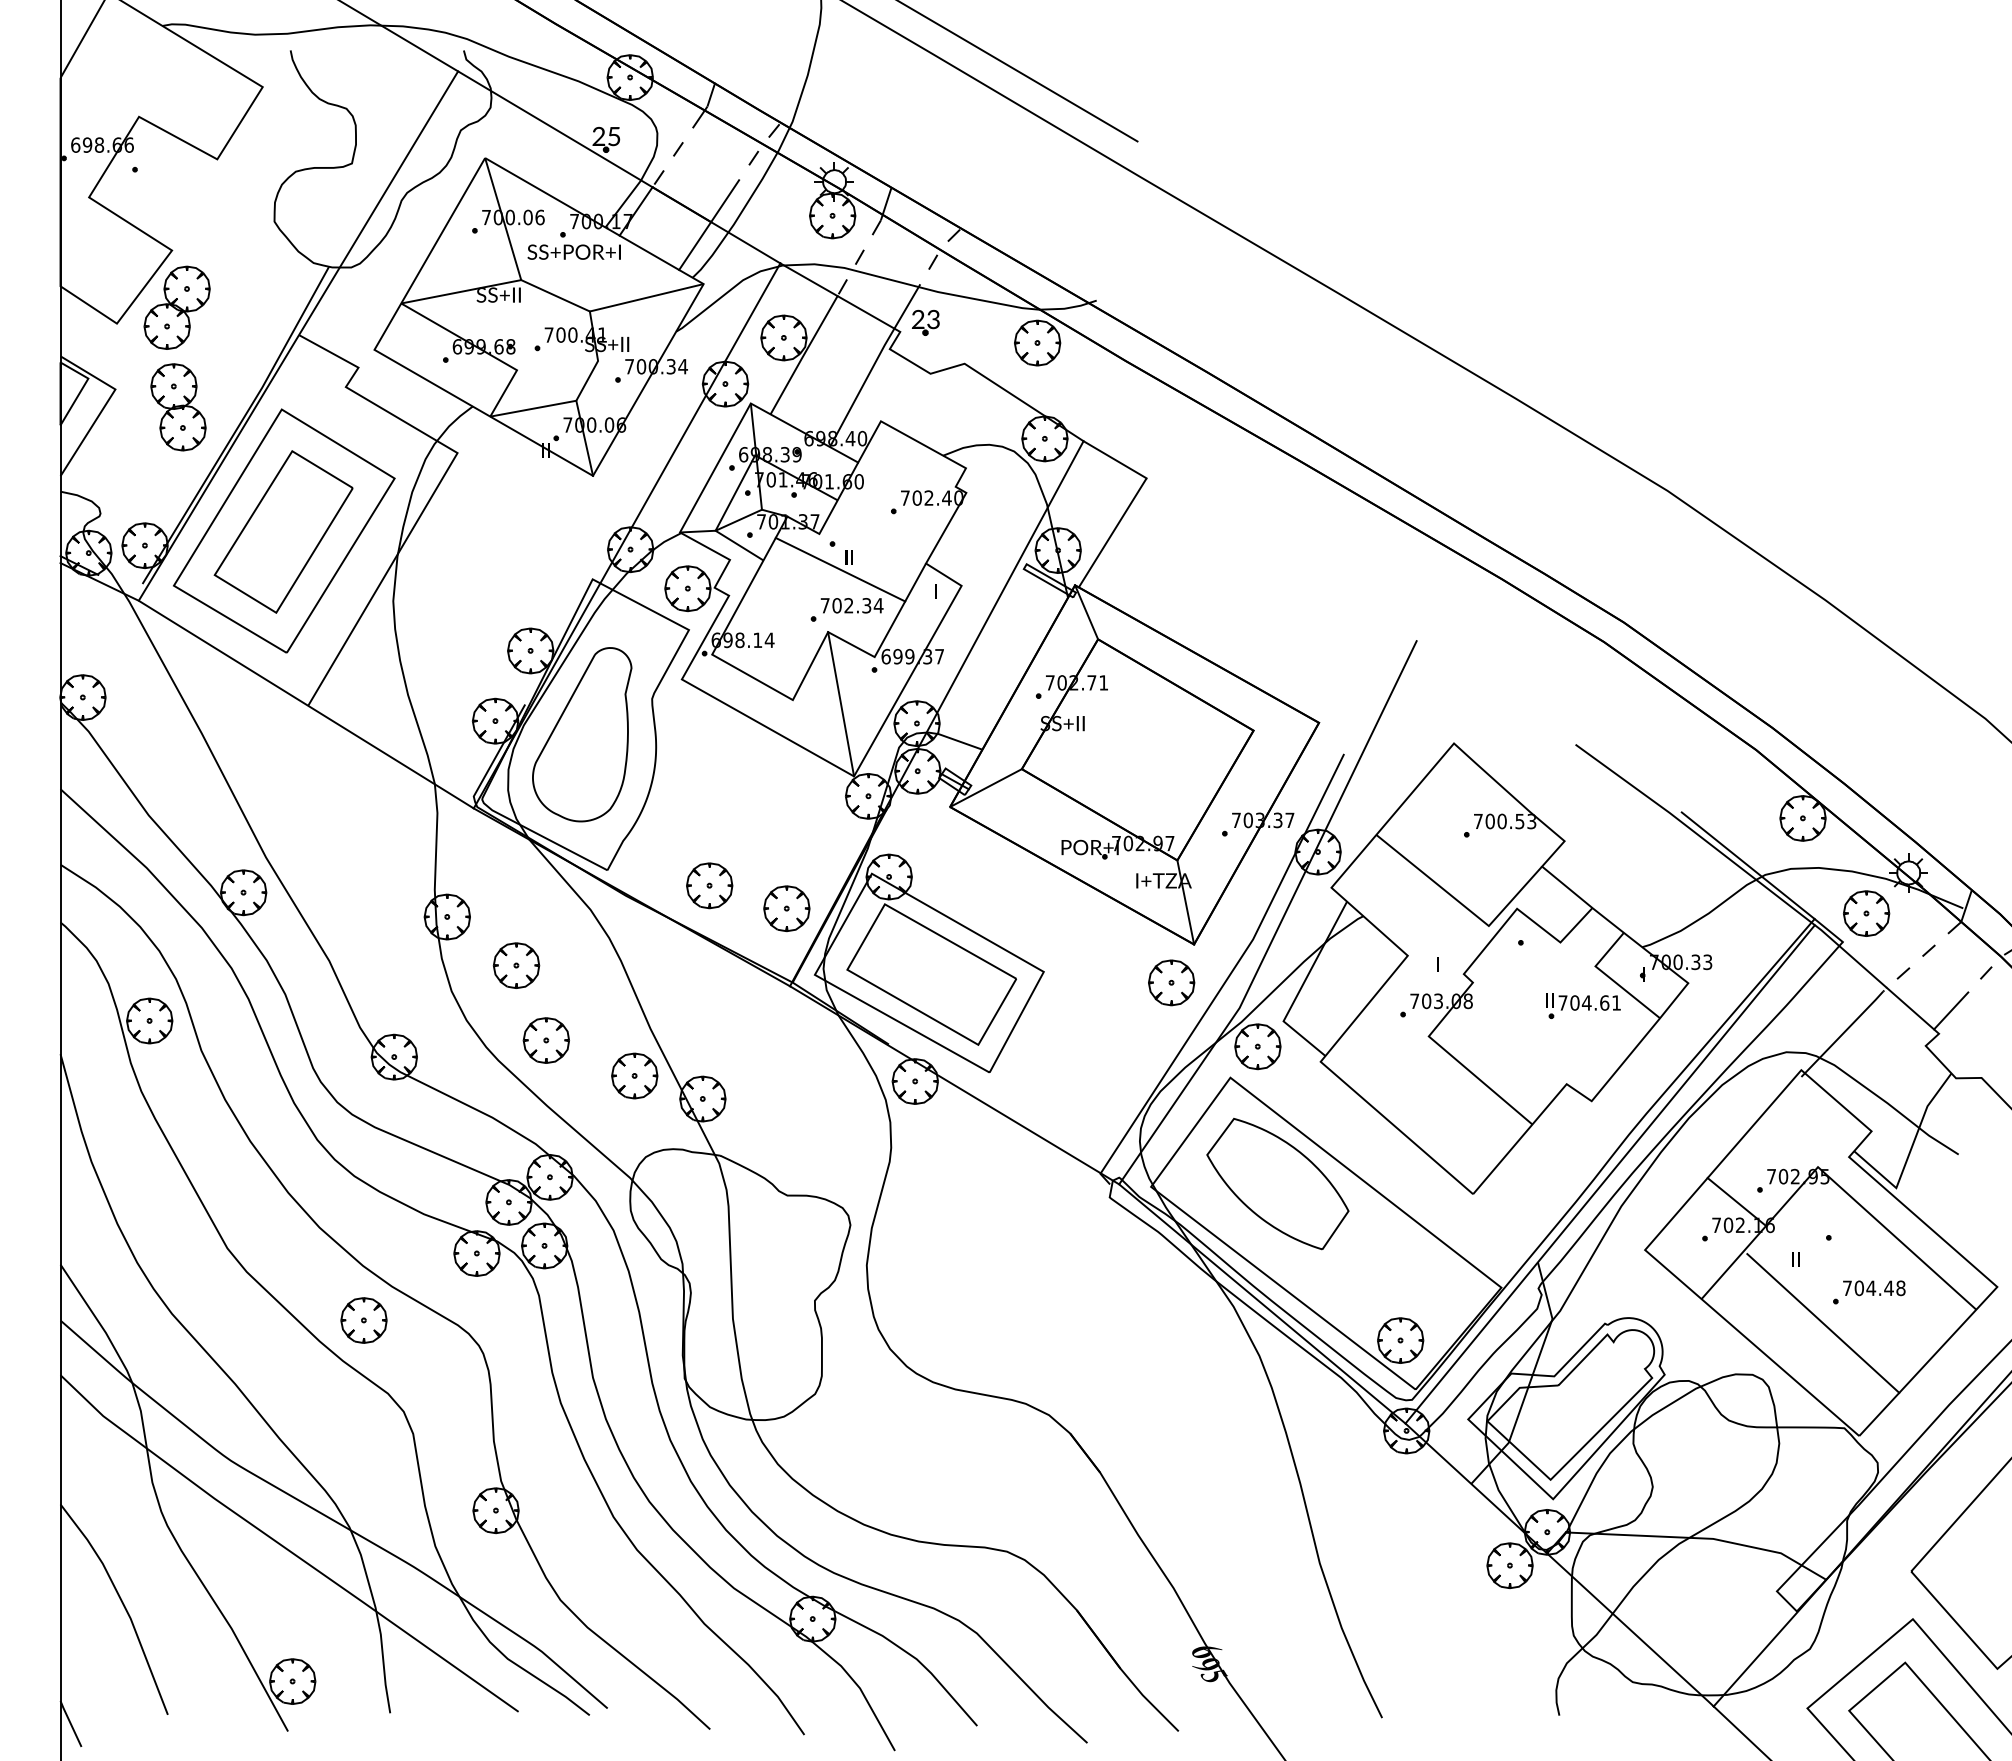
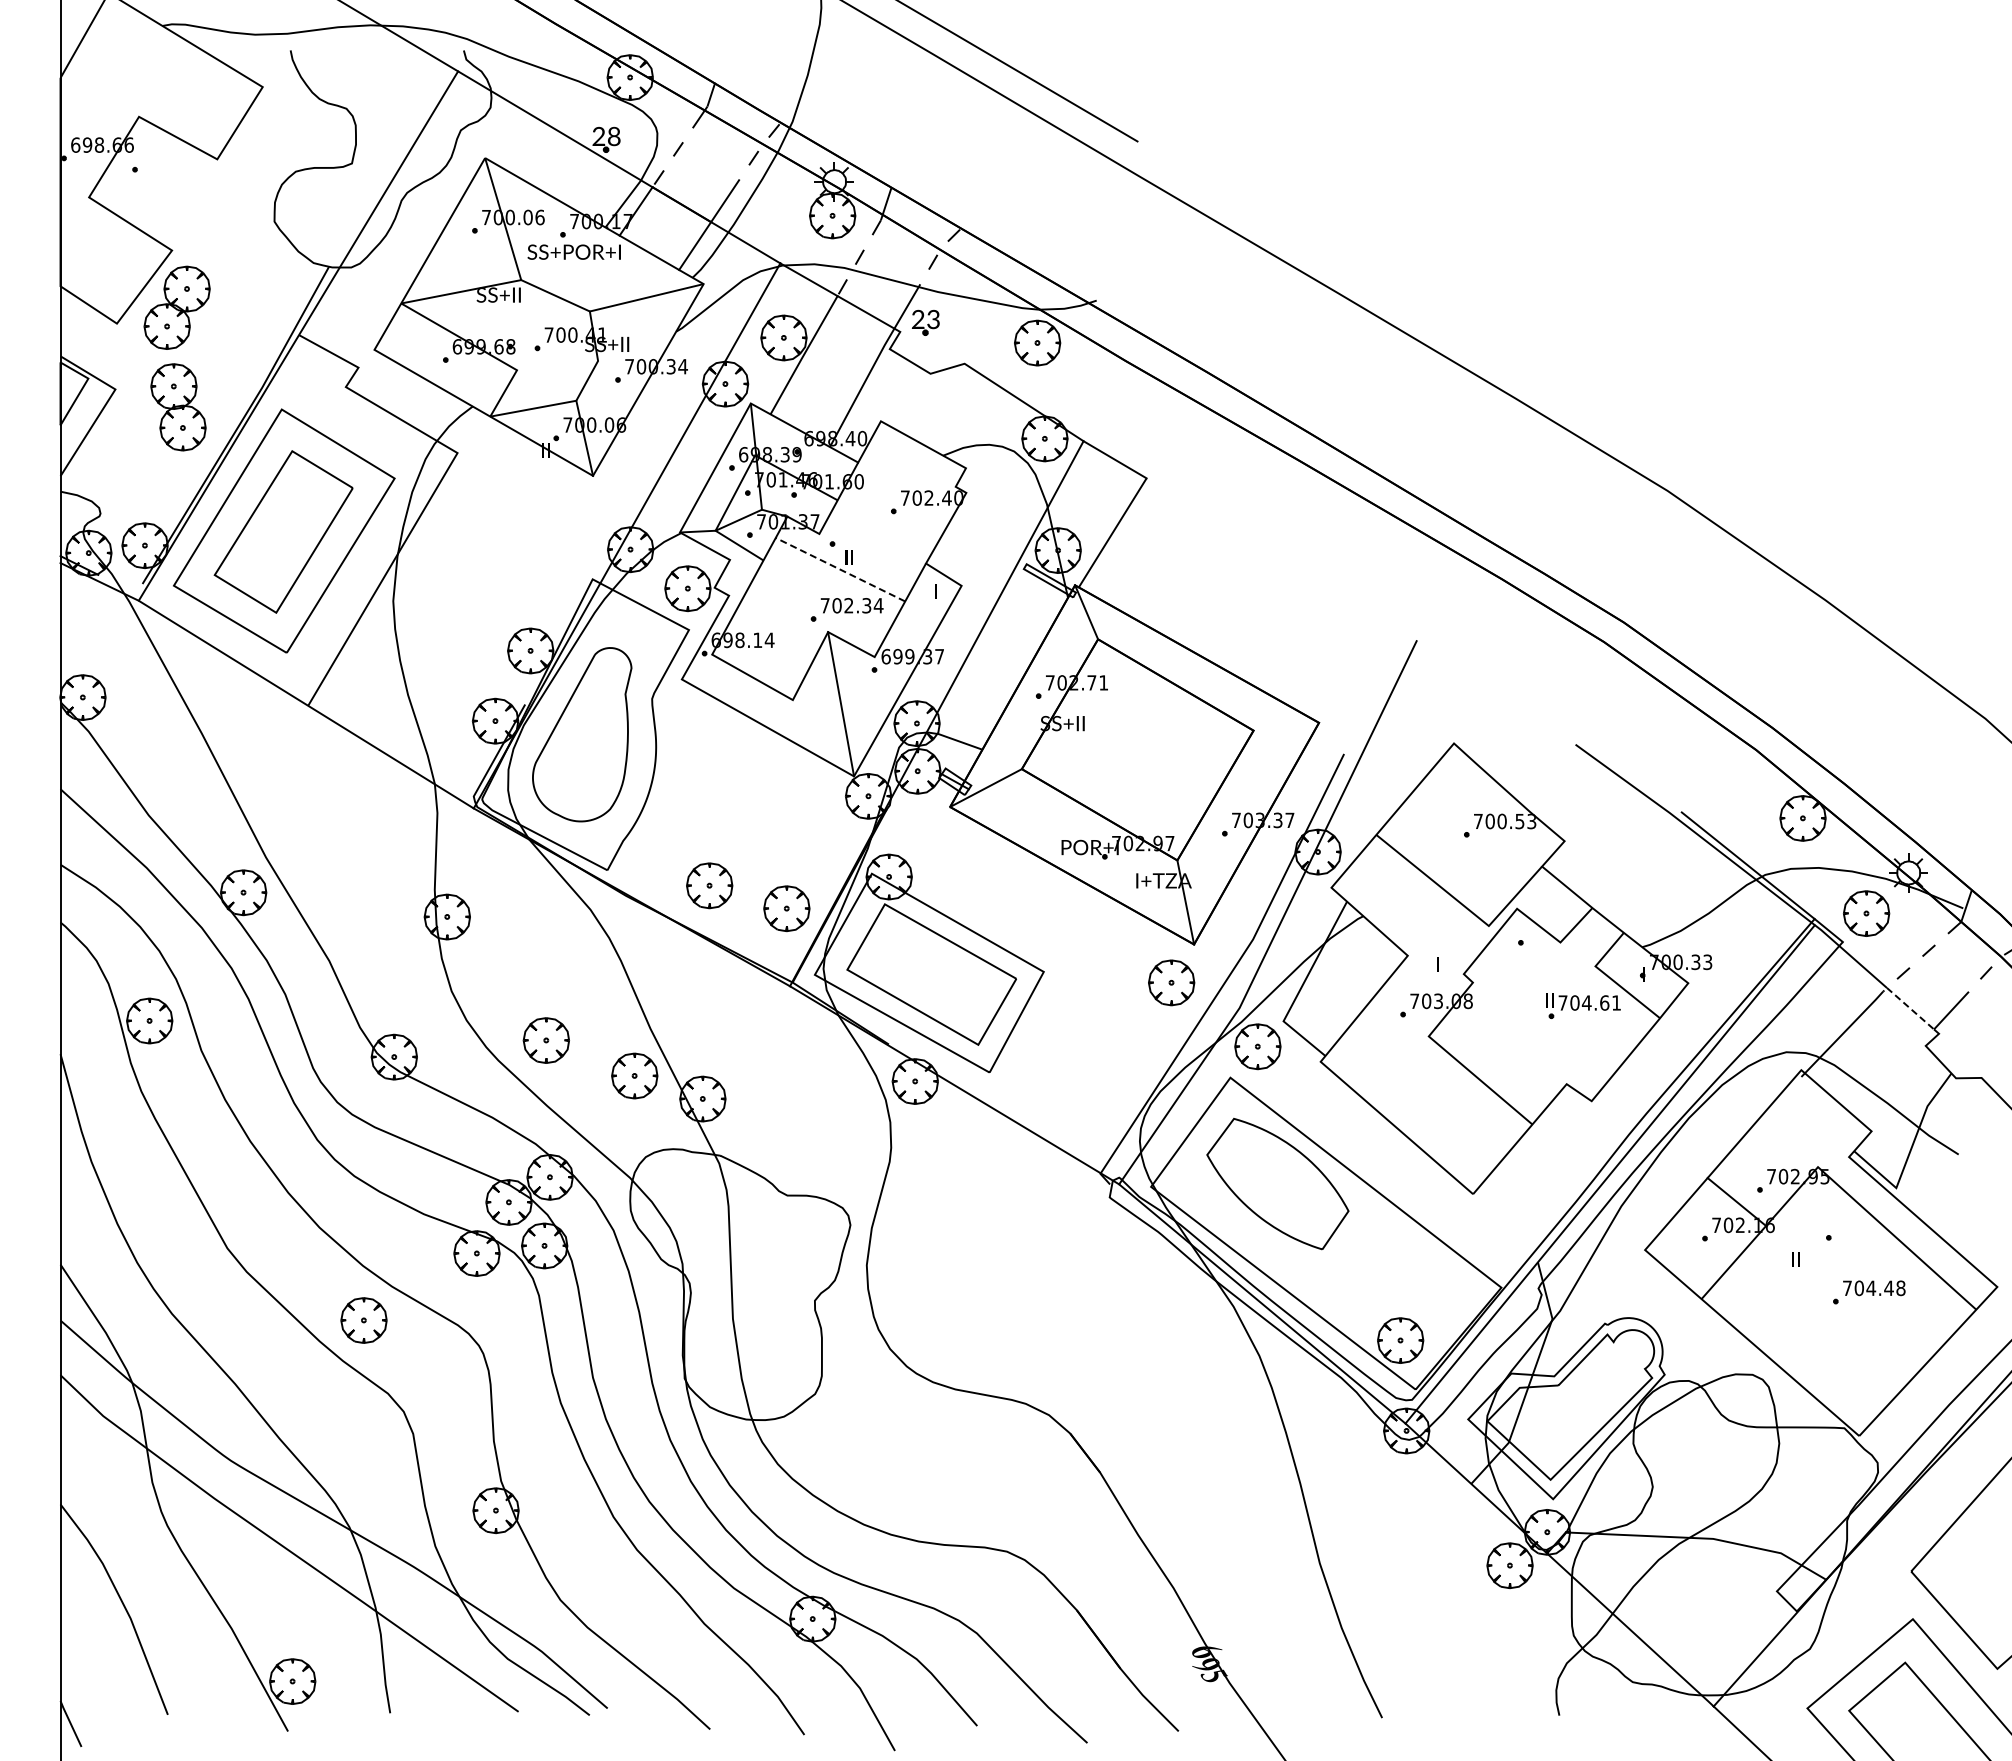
text at (614, 136): 25 -> 28
line at (840, 569): solid -> dashed
part at (516, 965): present -> none
line at (1910, 1009): solid -> dashed
line at (1823, 1323): present -> none
